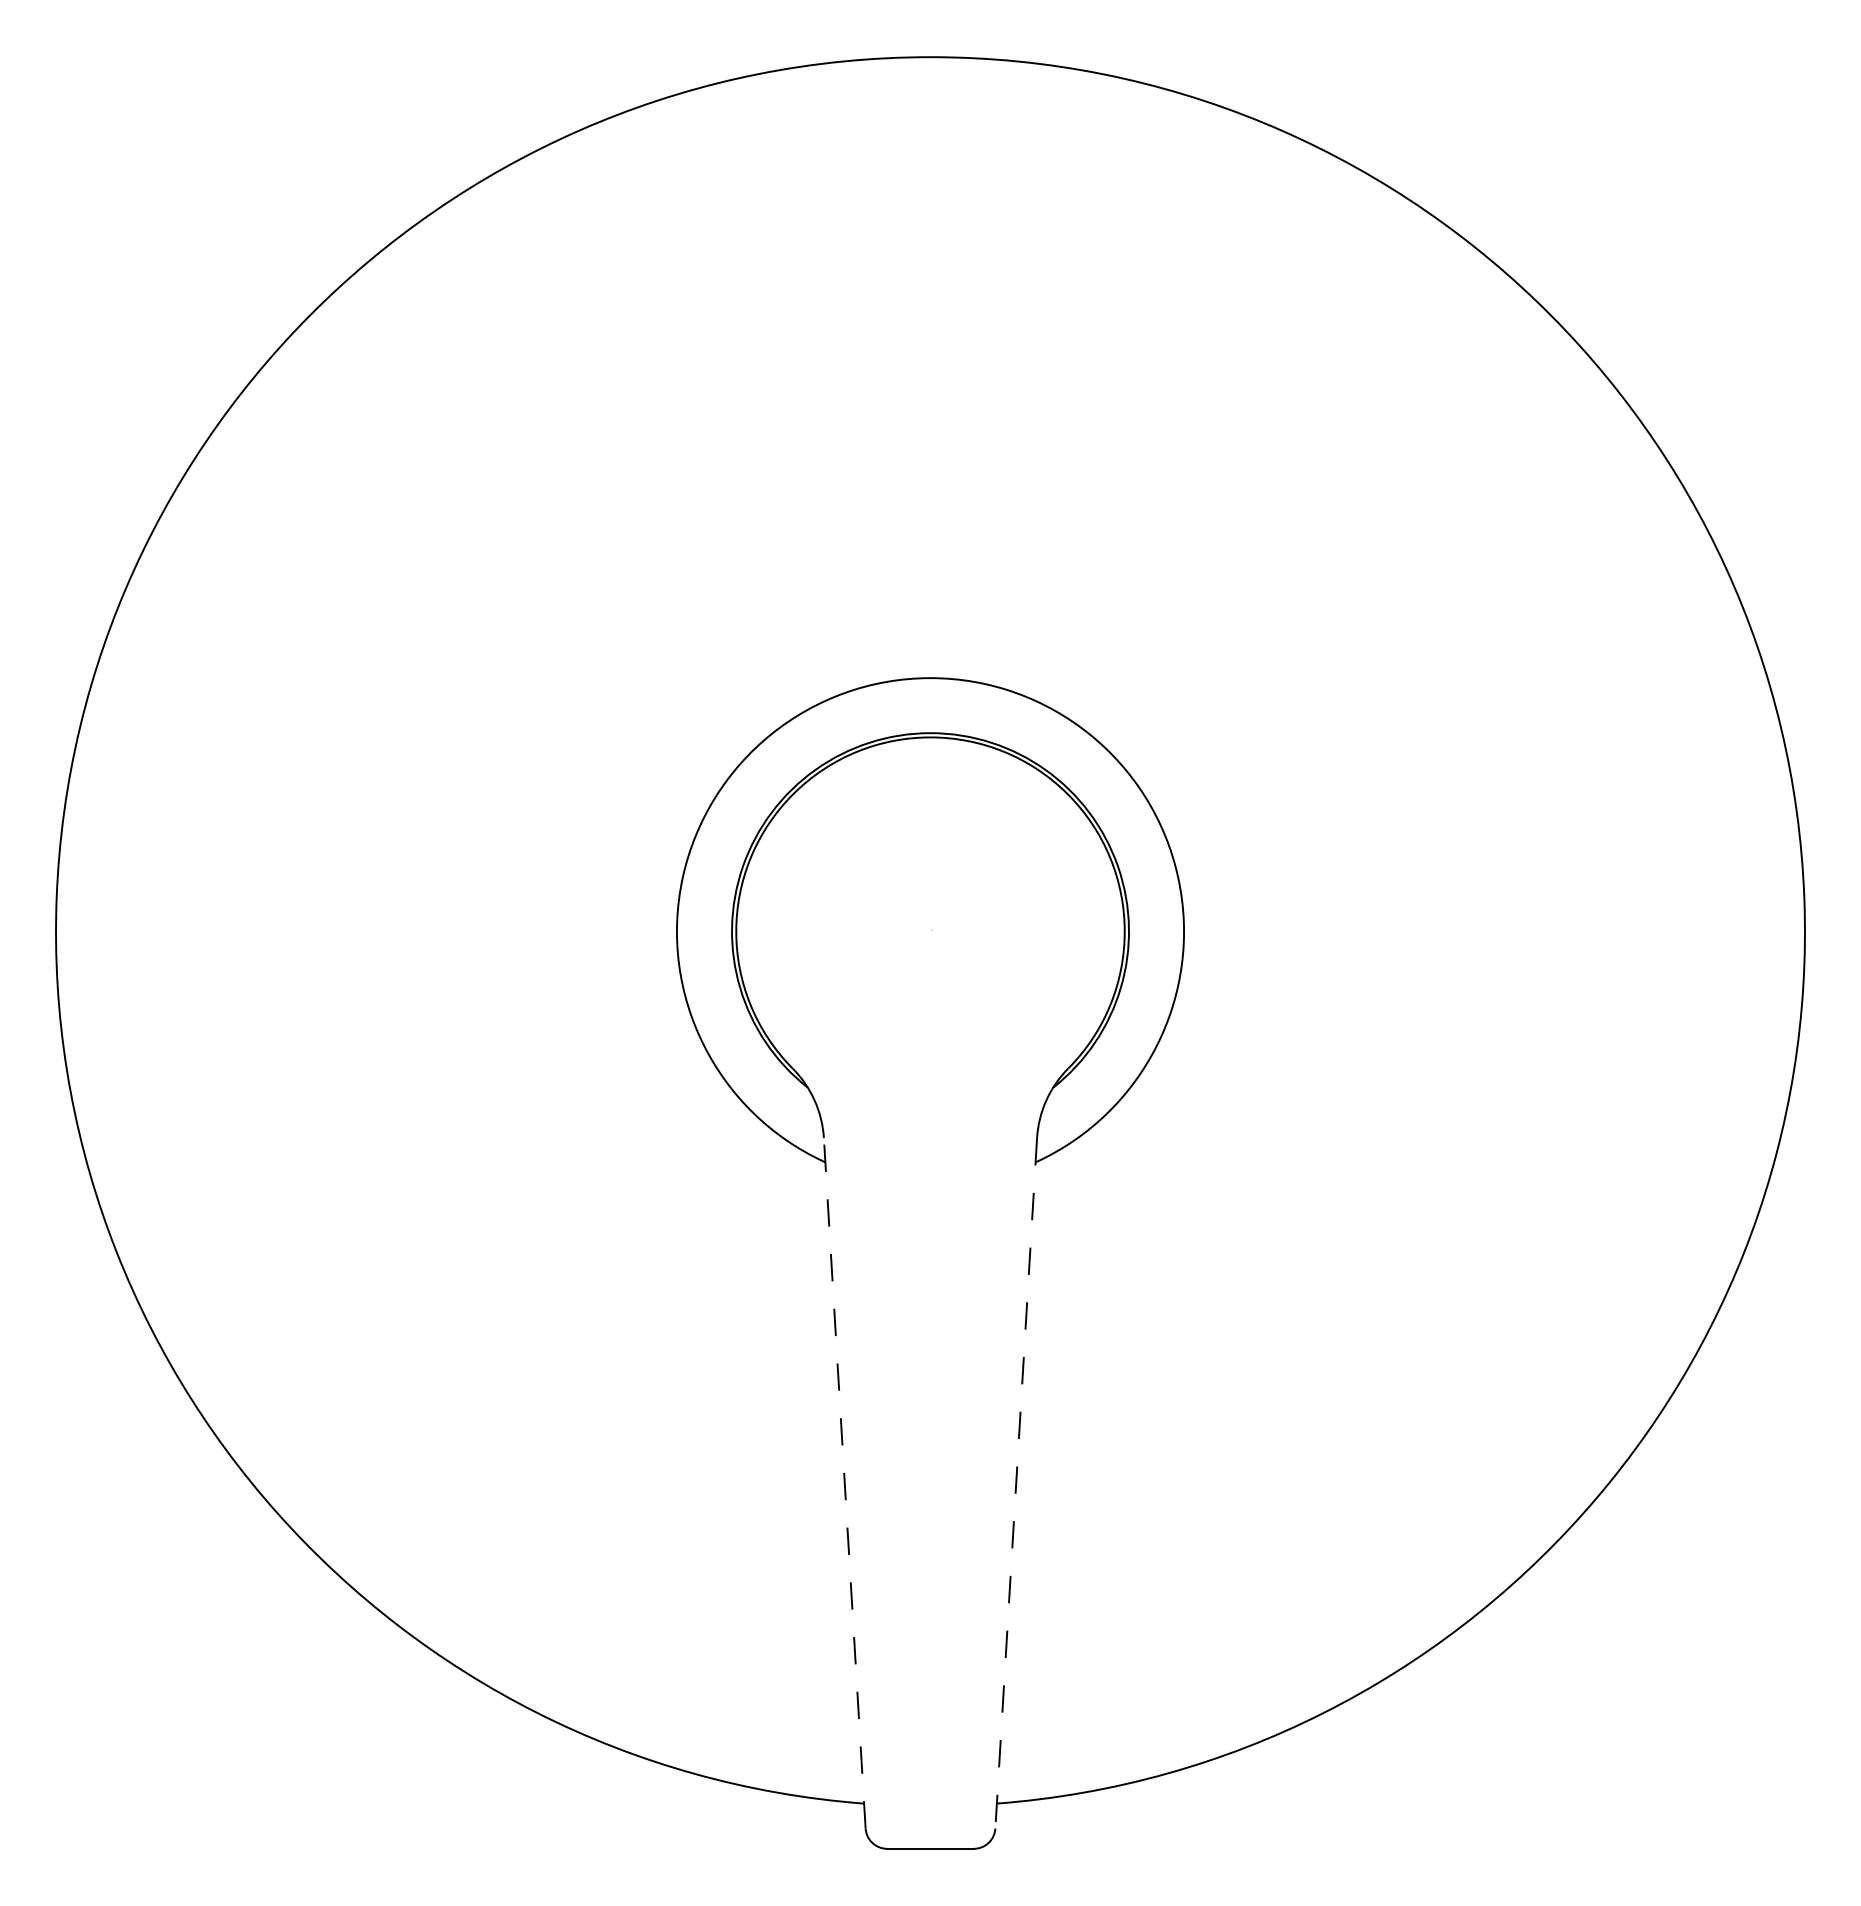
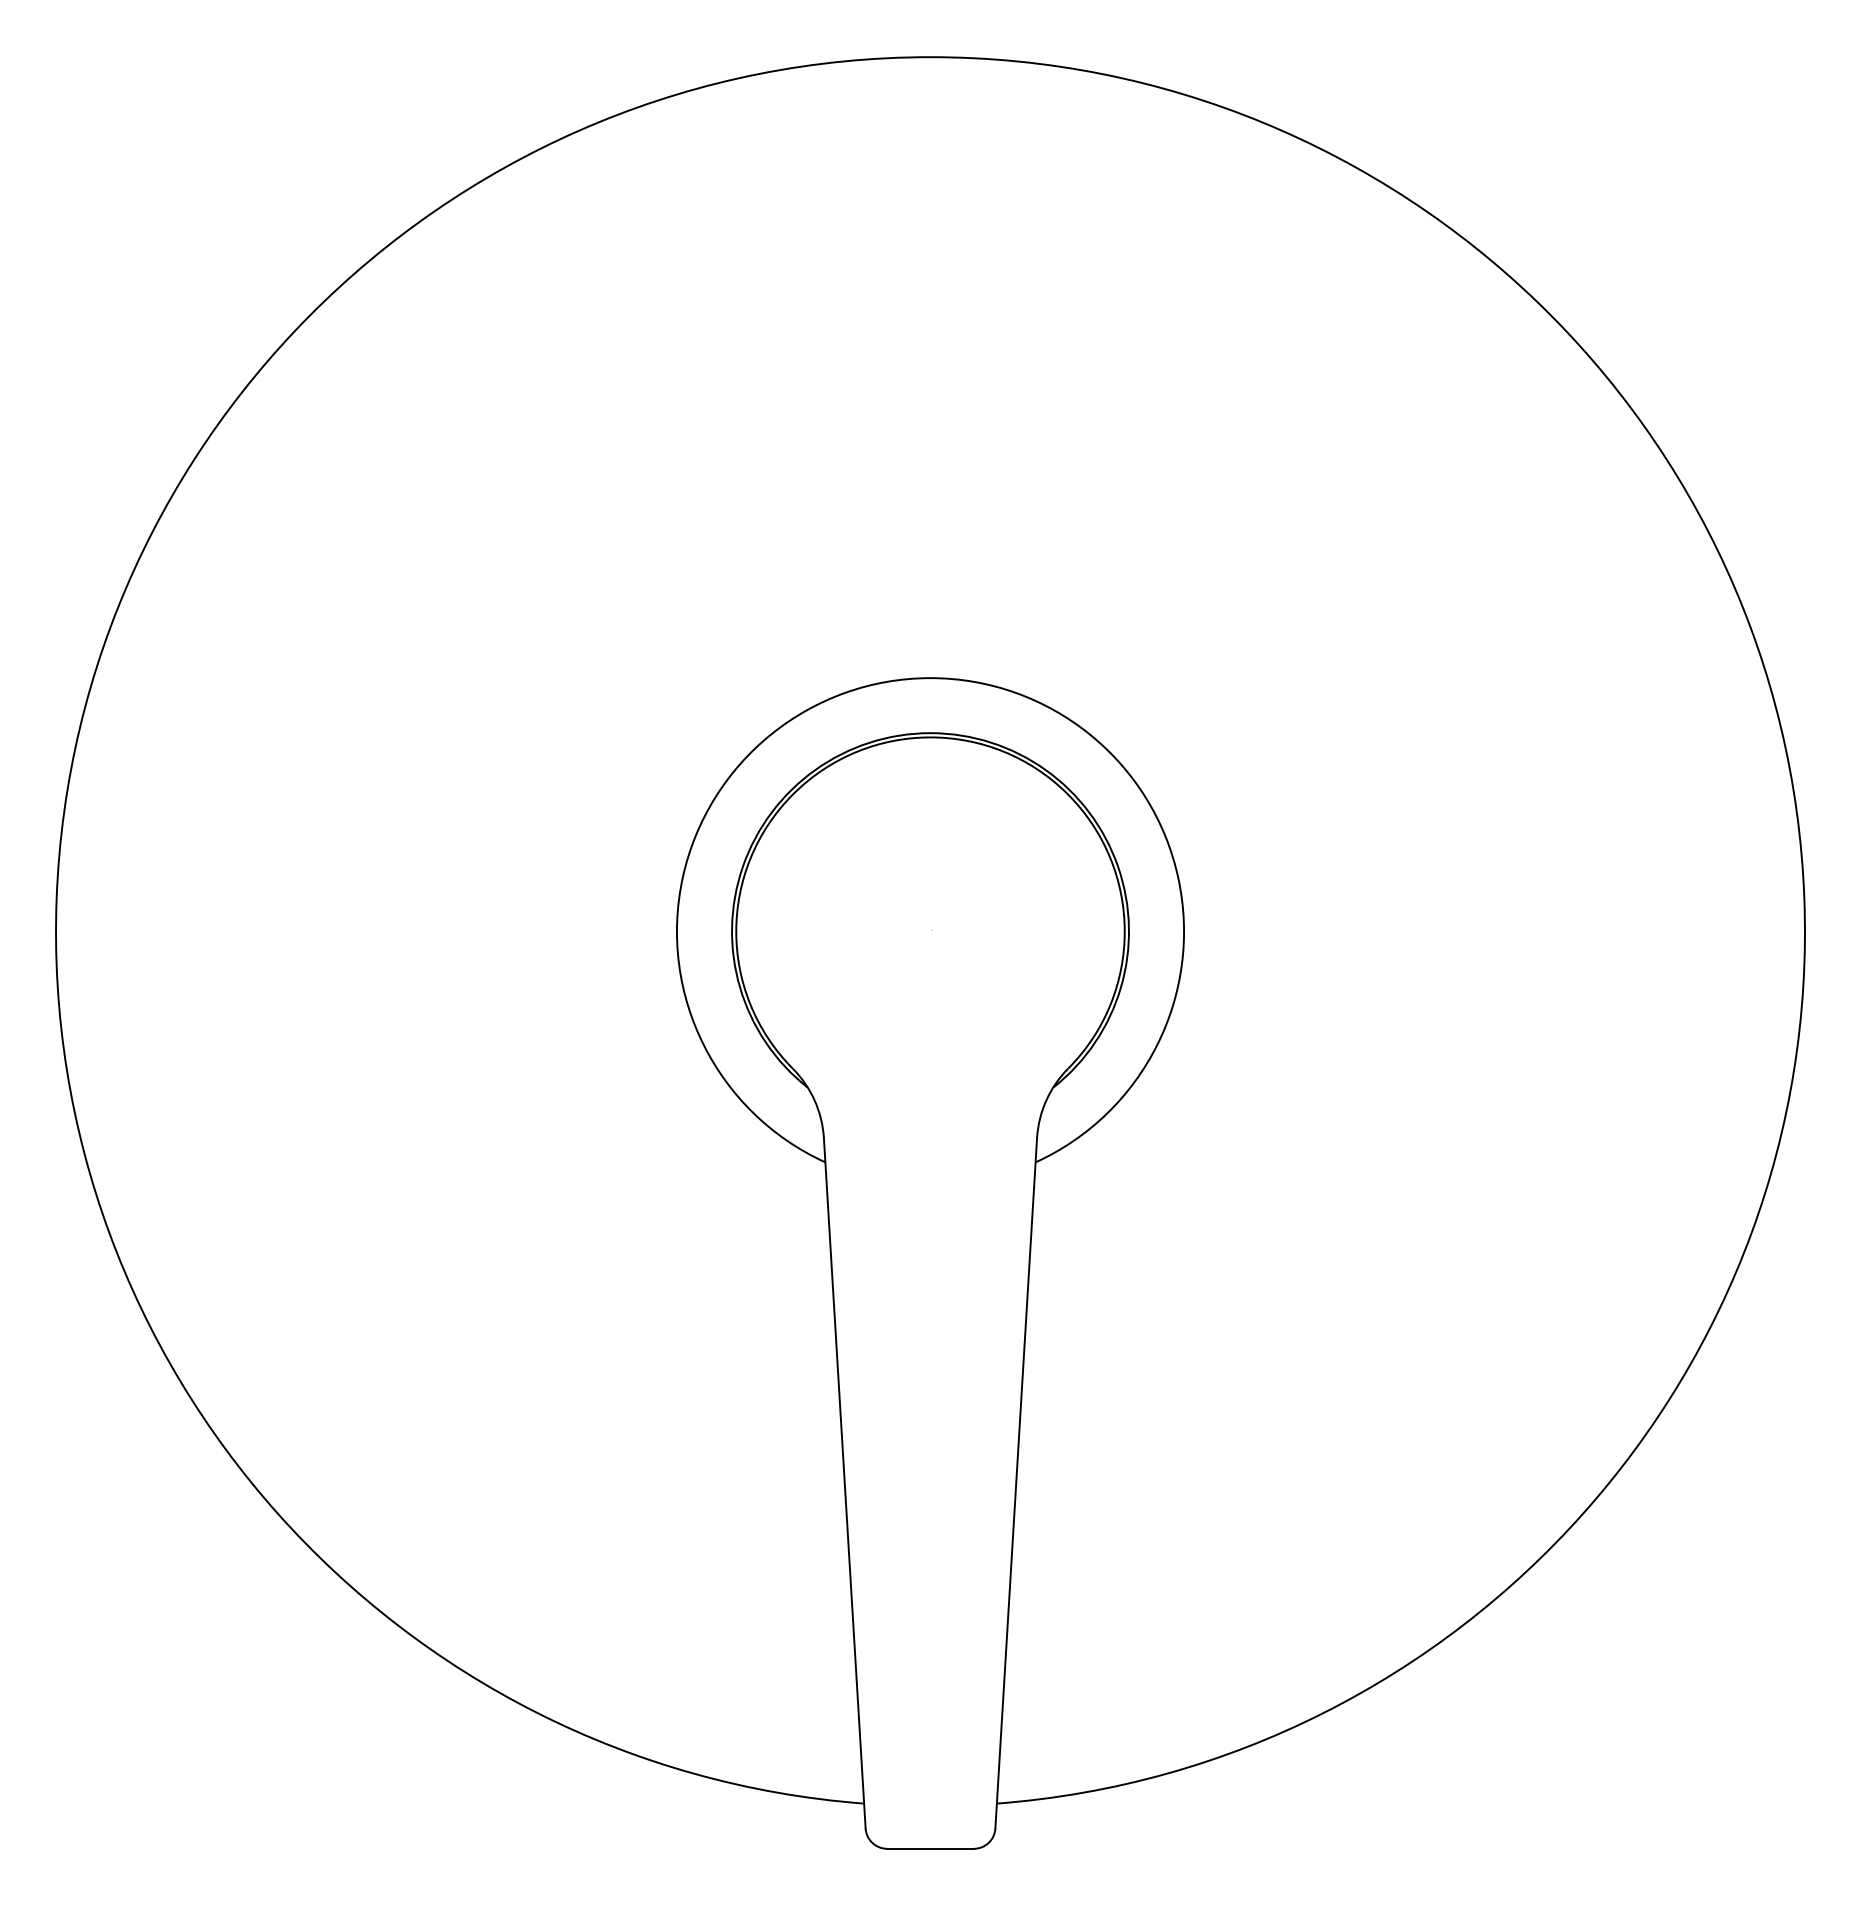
line at (844, 1483): dashed -> solid
line at (1016, 1483): dashed -> solid
